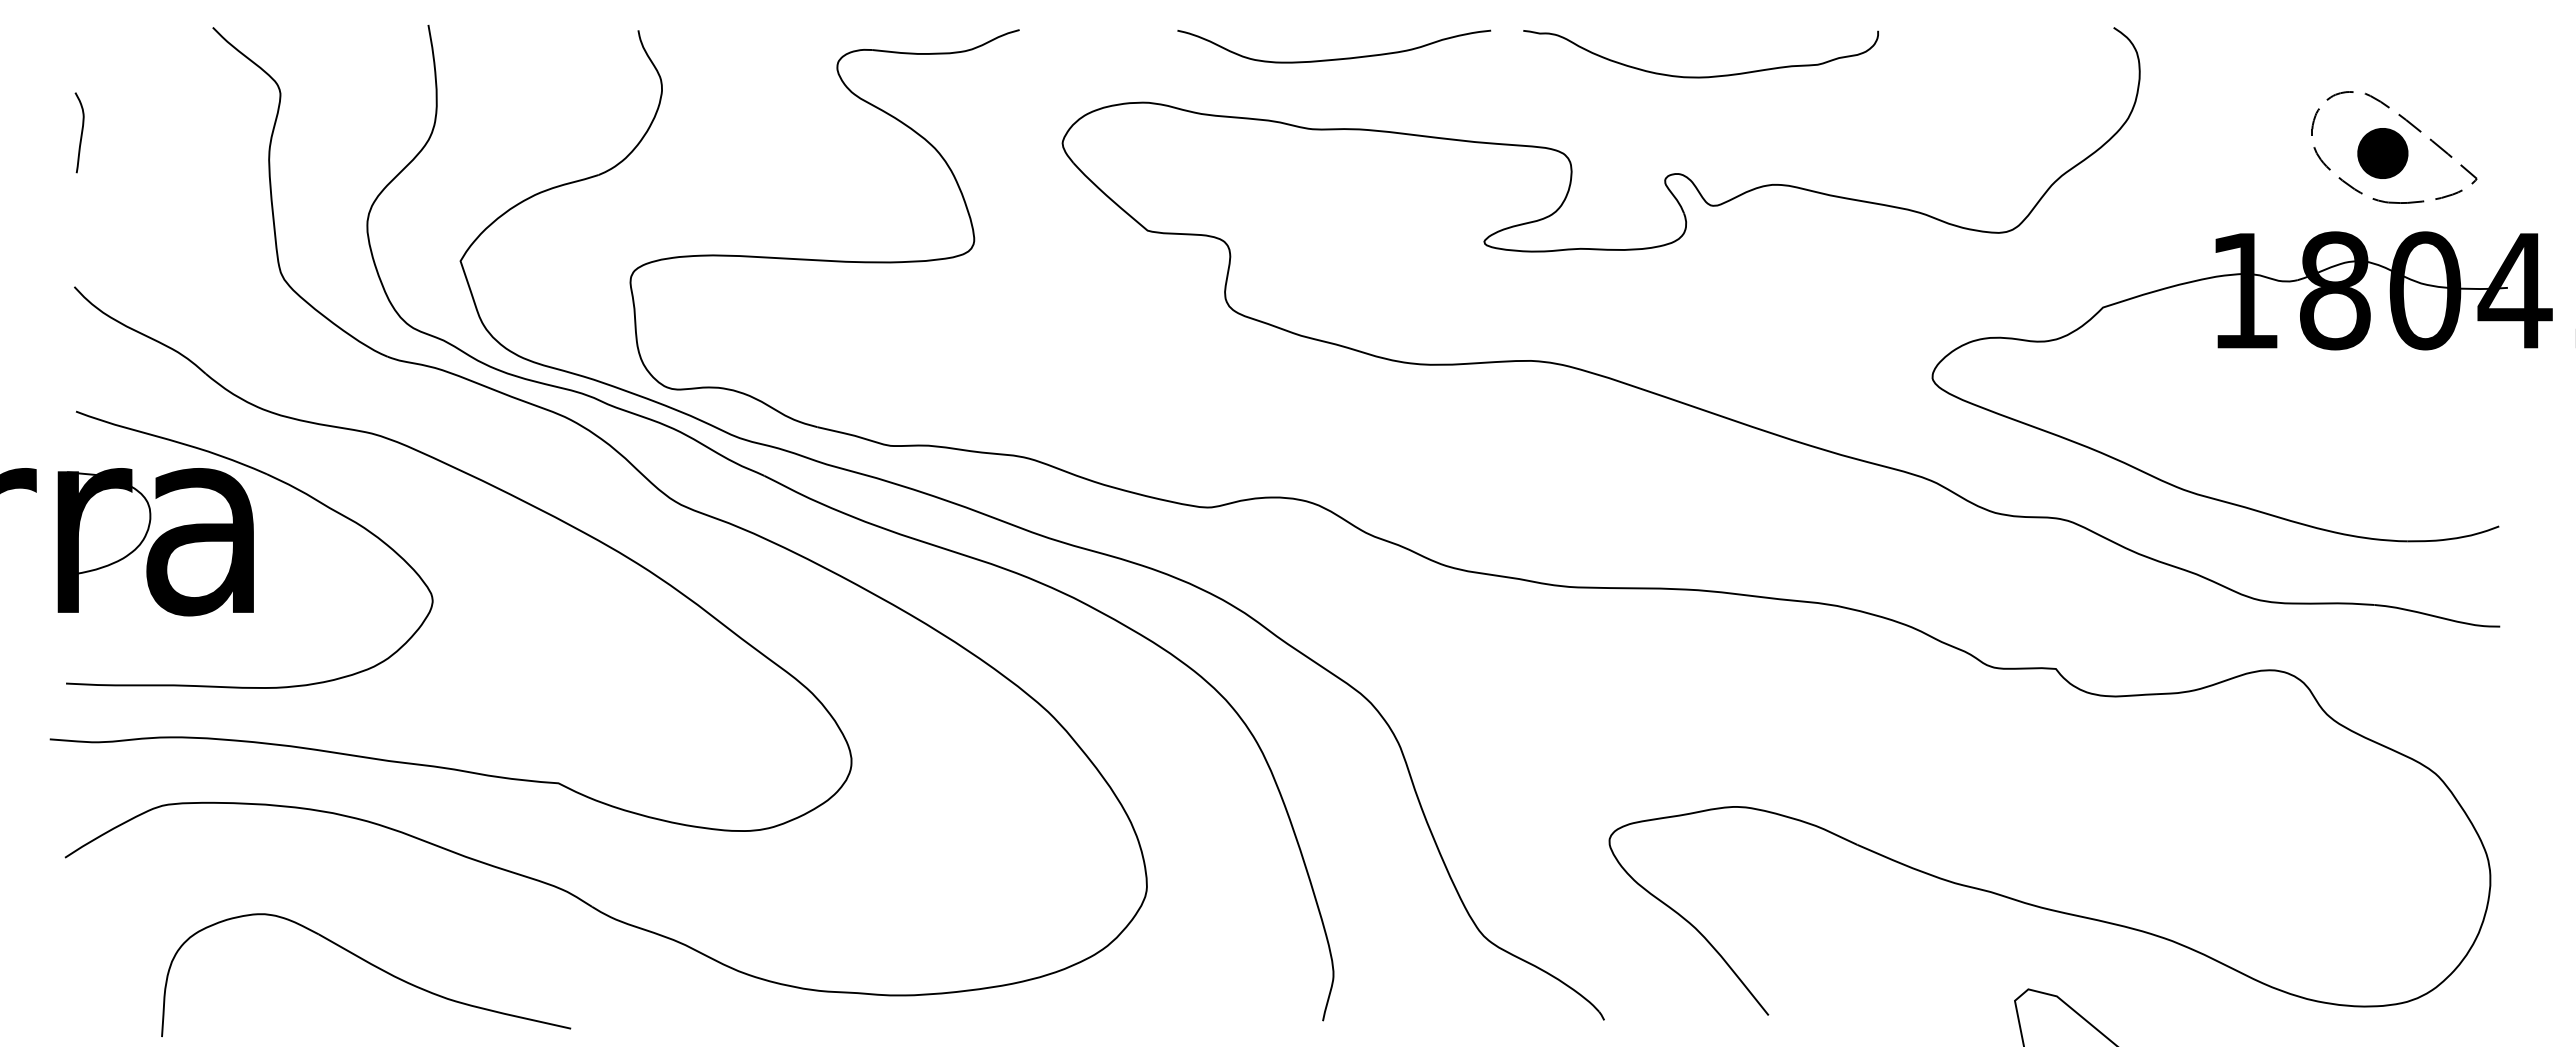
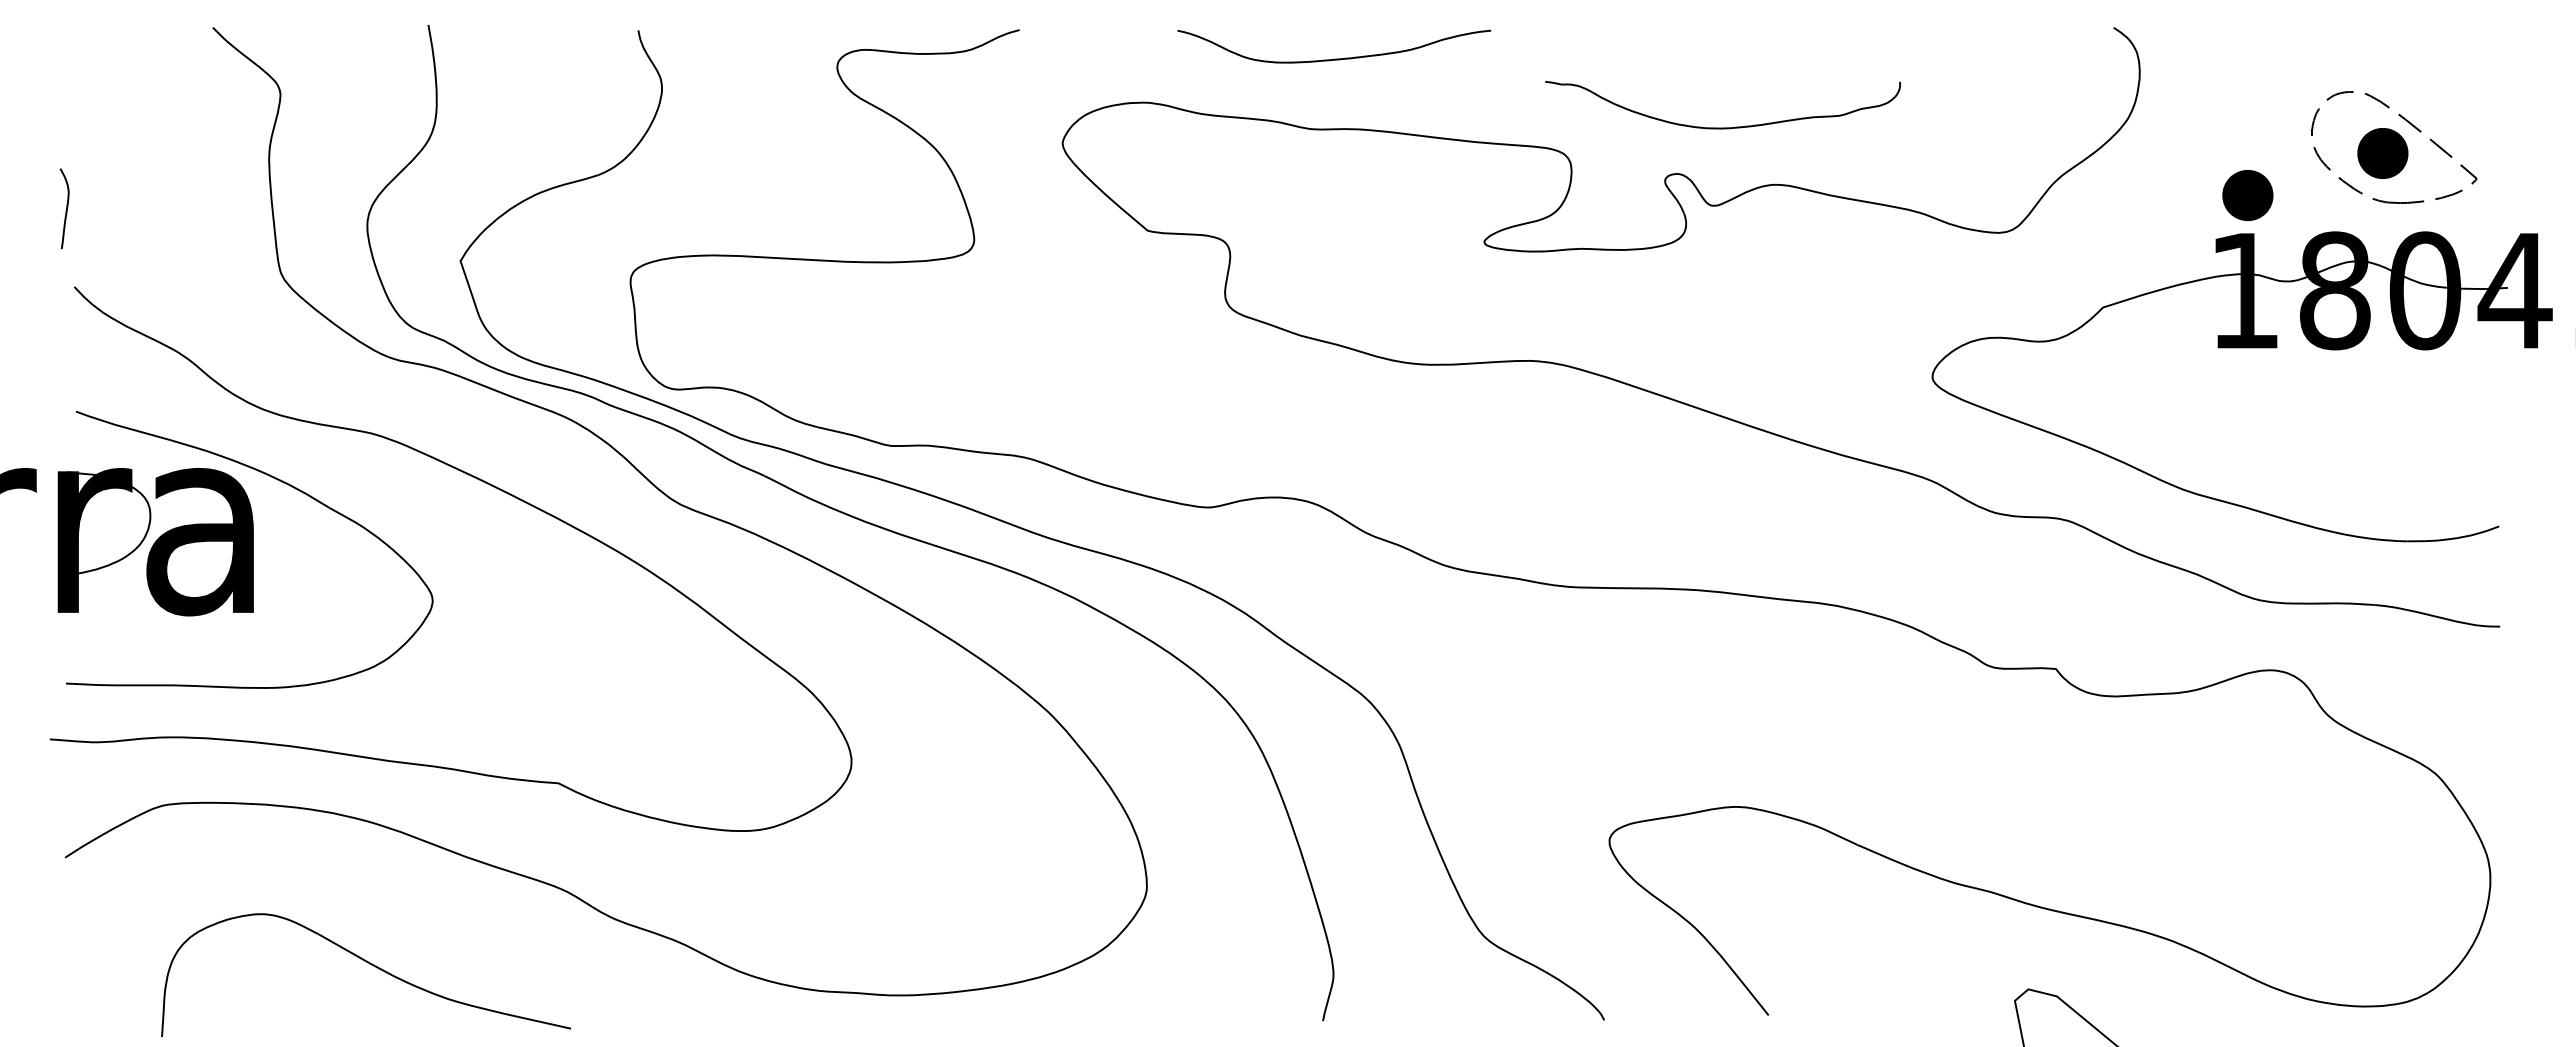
curve at (1700, 76) position: (1700, 76) -> (1722, 127)
curve at (81, 132) position: (81, 132) -> (66, 208)
part at (2247, 195): none -> present
